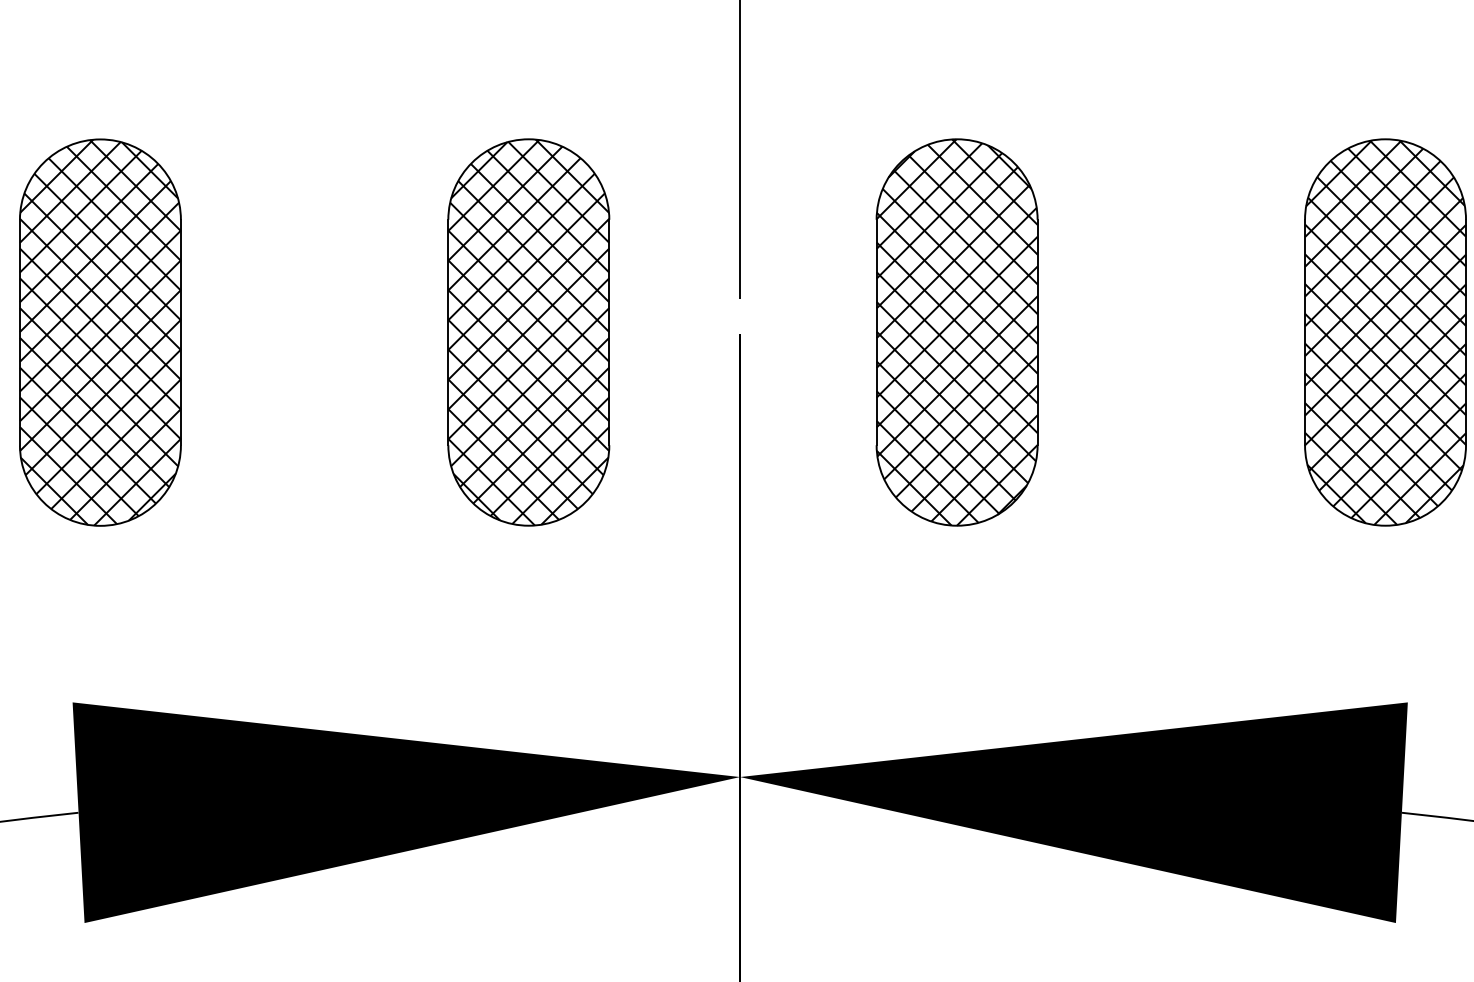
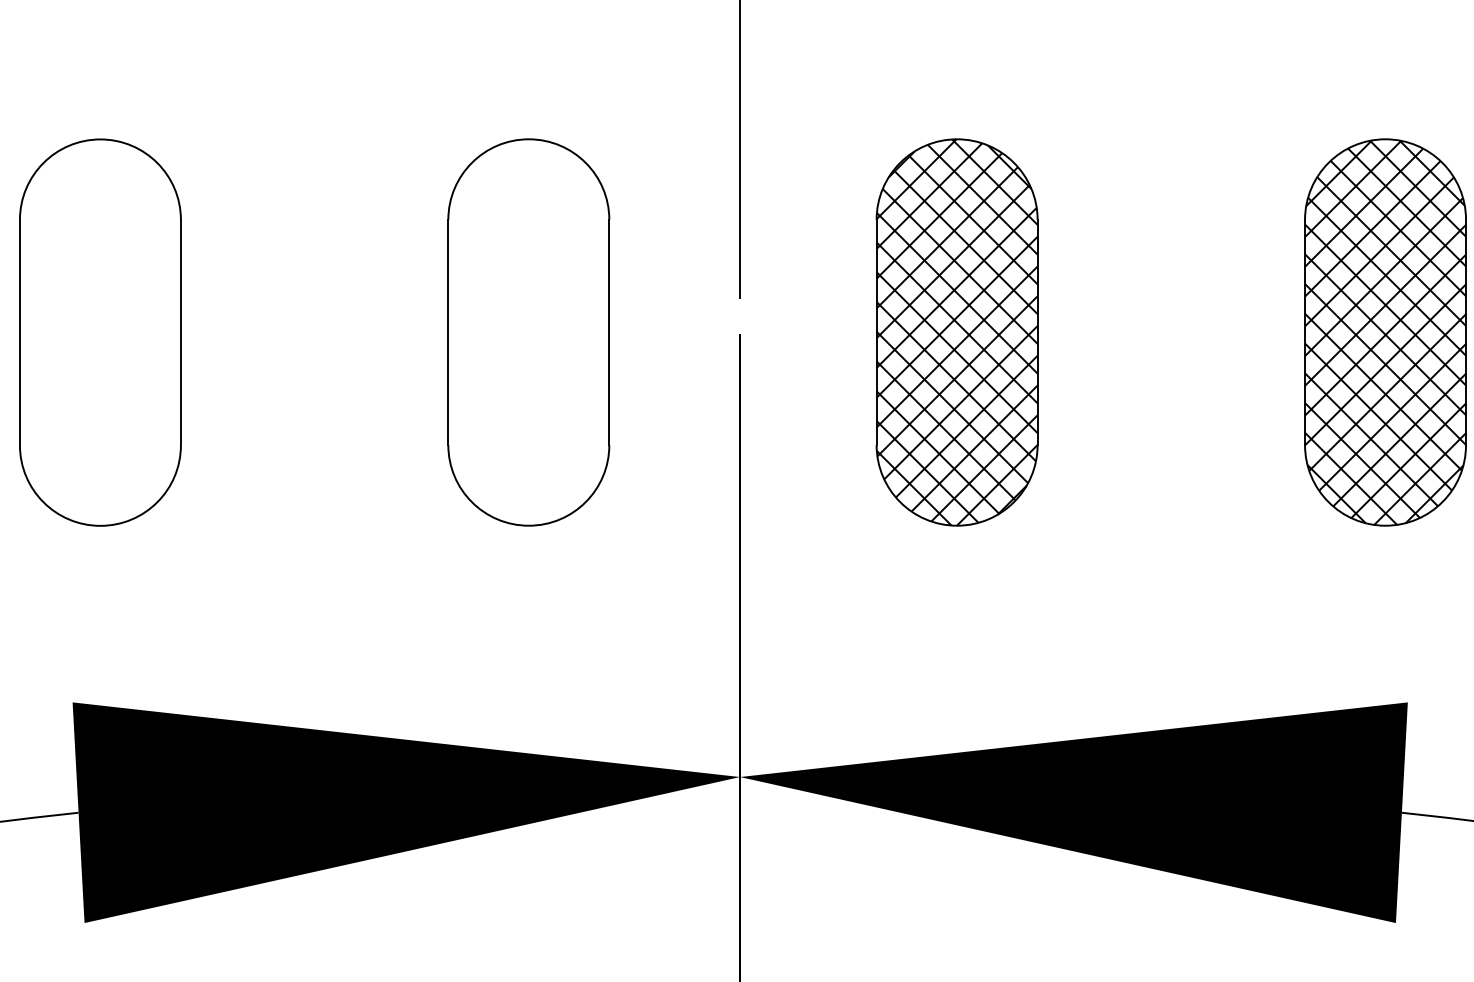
hatch at (99, 332): present -> none
hatch at (528, 332): present -> none
